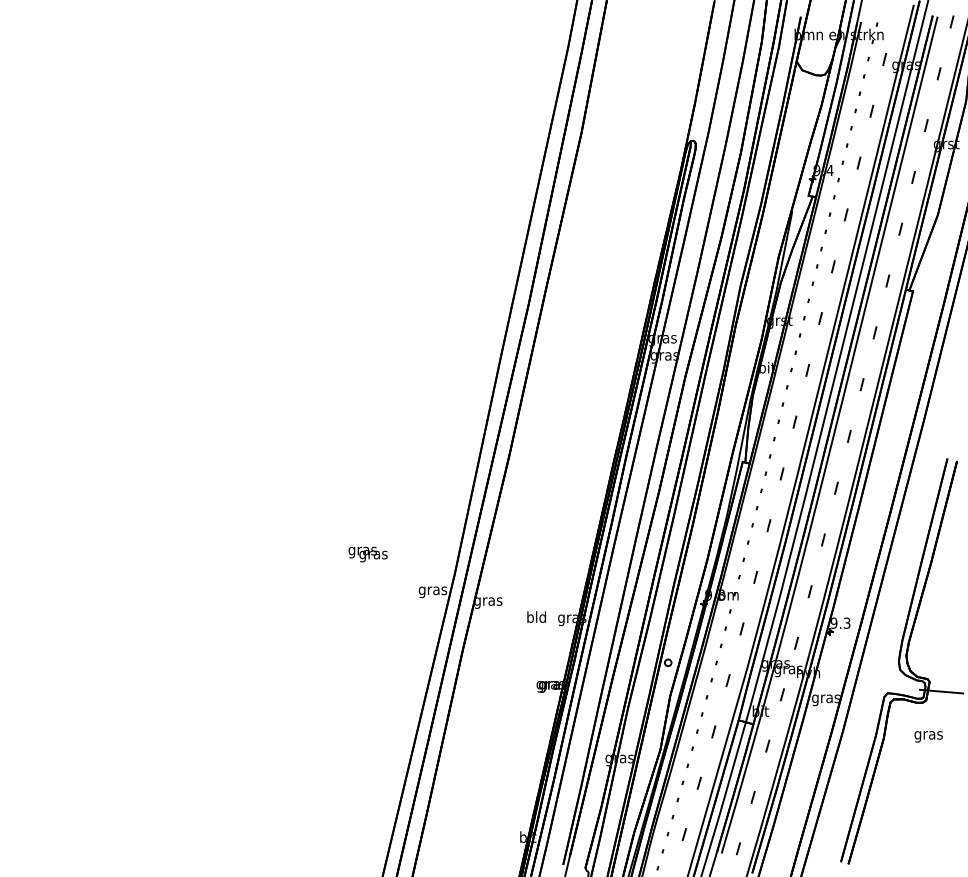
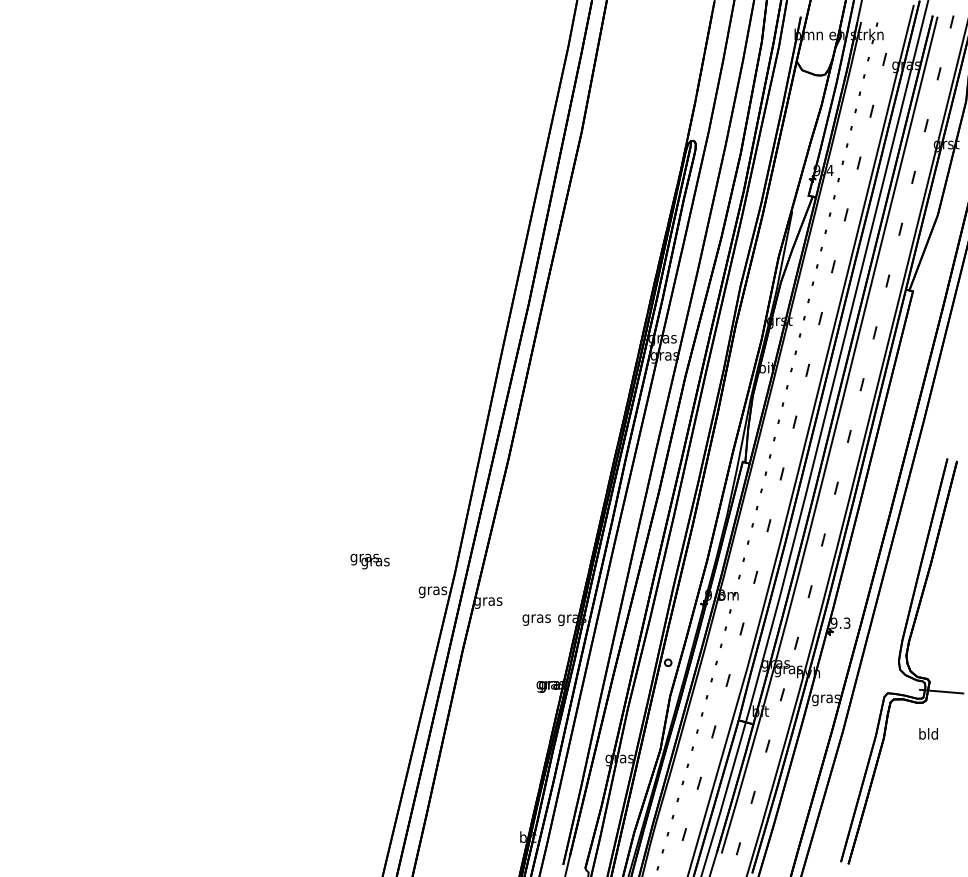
text at (367, 554) position: (367, 554) -> (369, 561)
text at (536, 618): bld -> gras
text at (928, 735): gras -> bld
